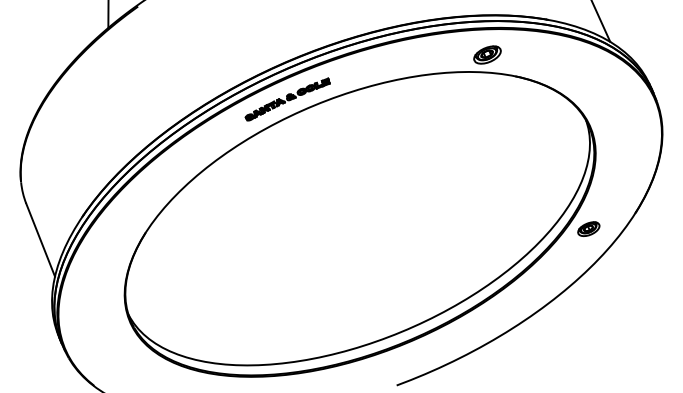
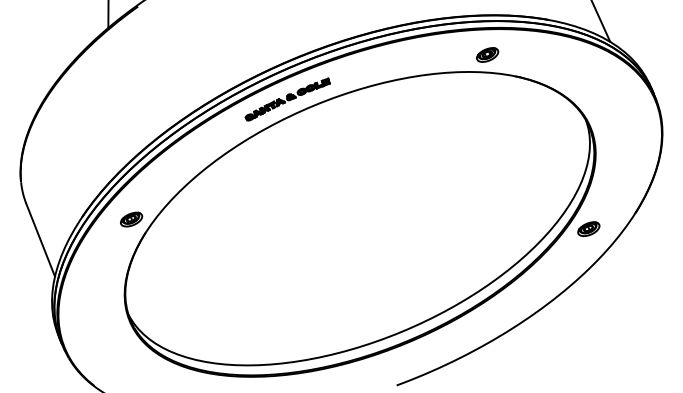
part at (487, 54) size: 29x20 px -> 24x16 px
part at (131, 219): none -> present
